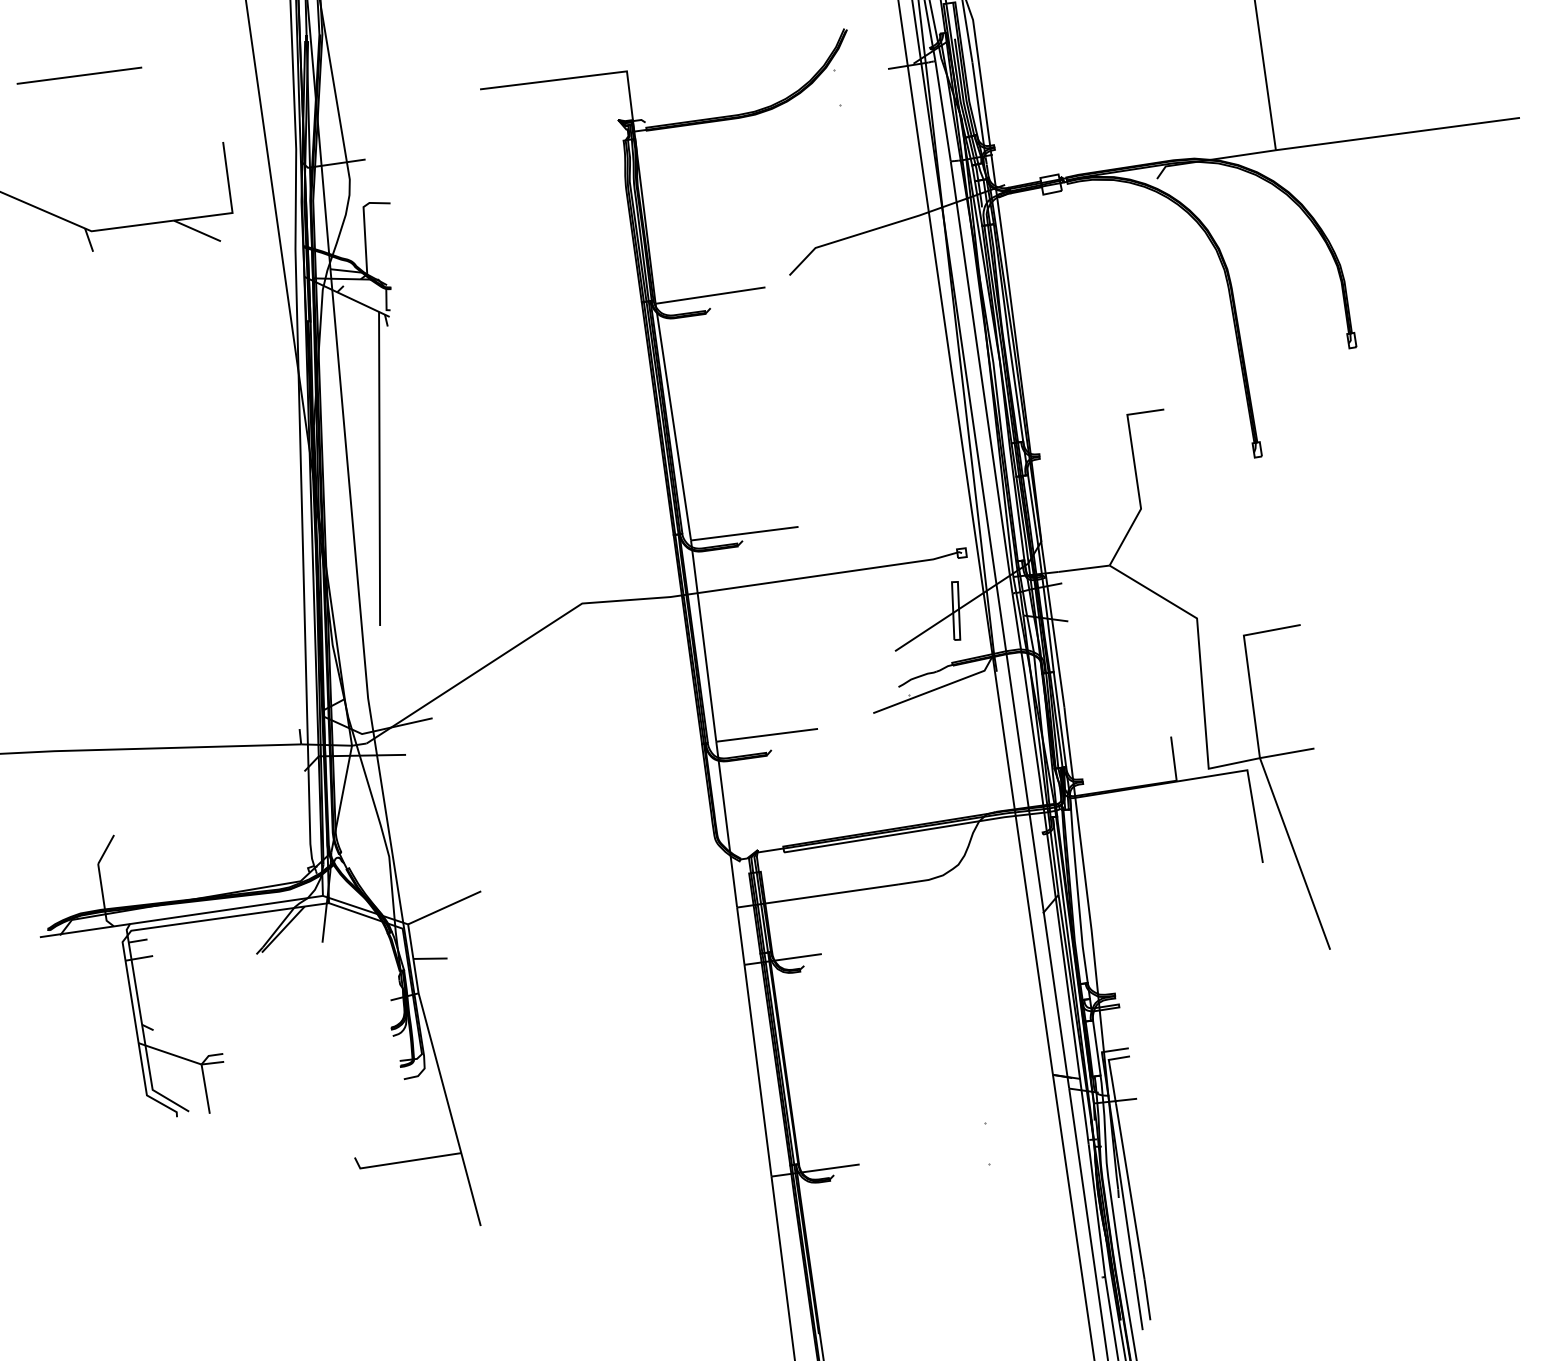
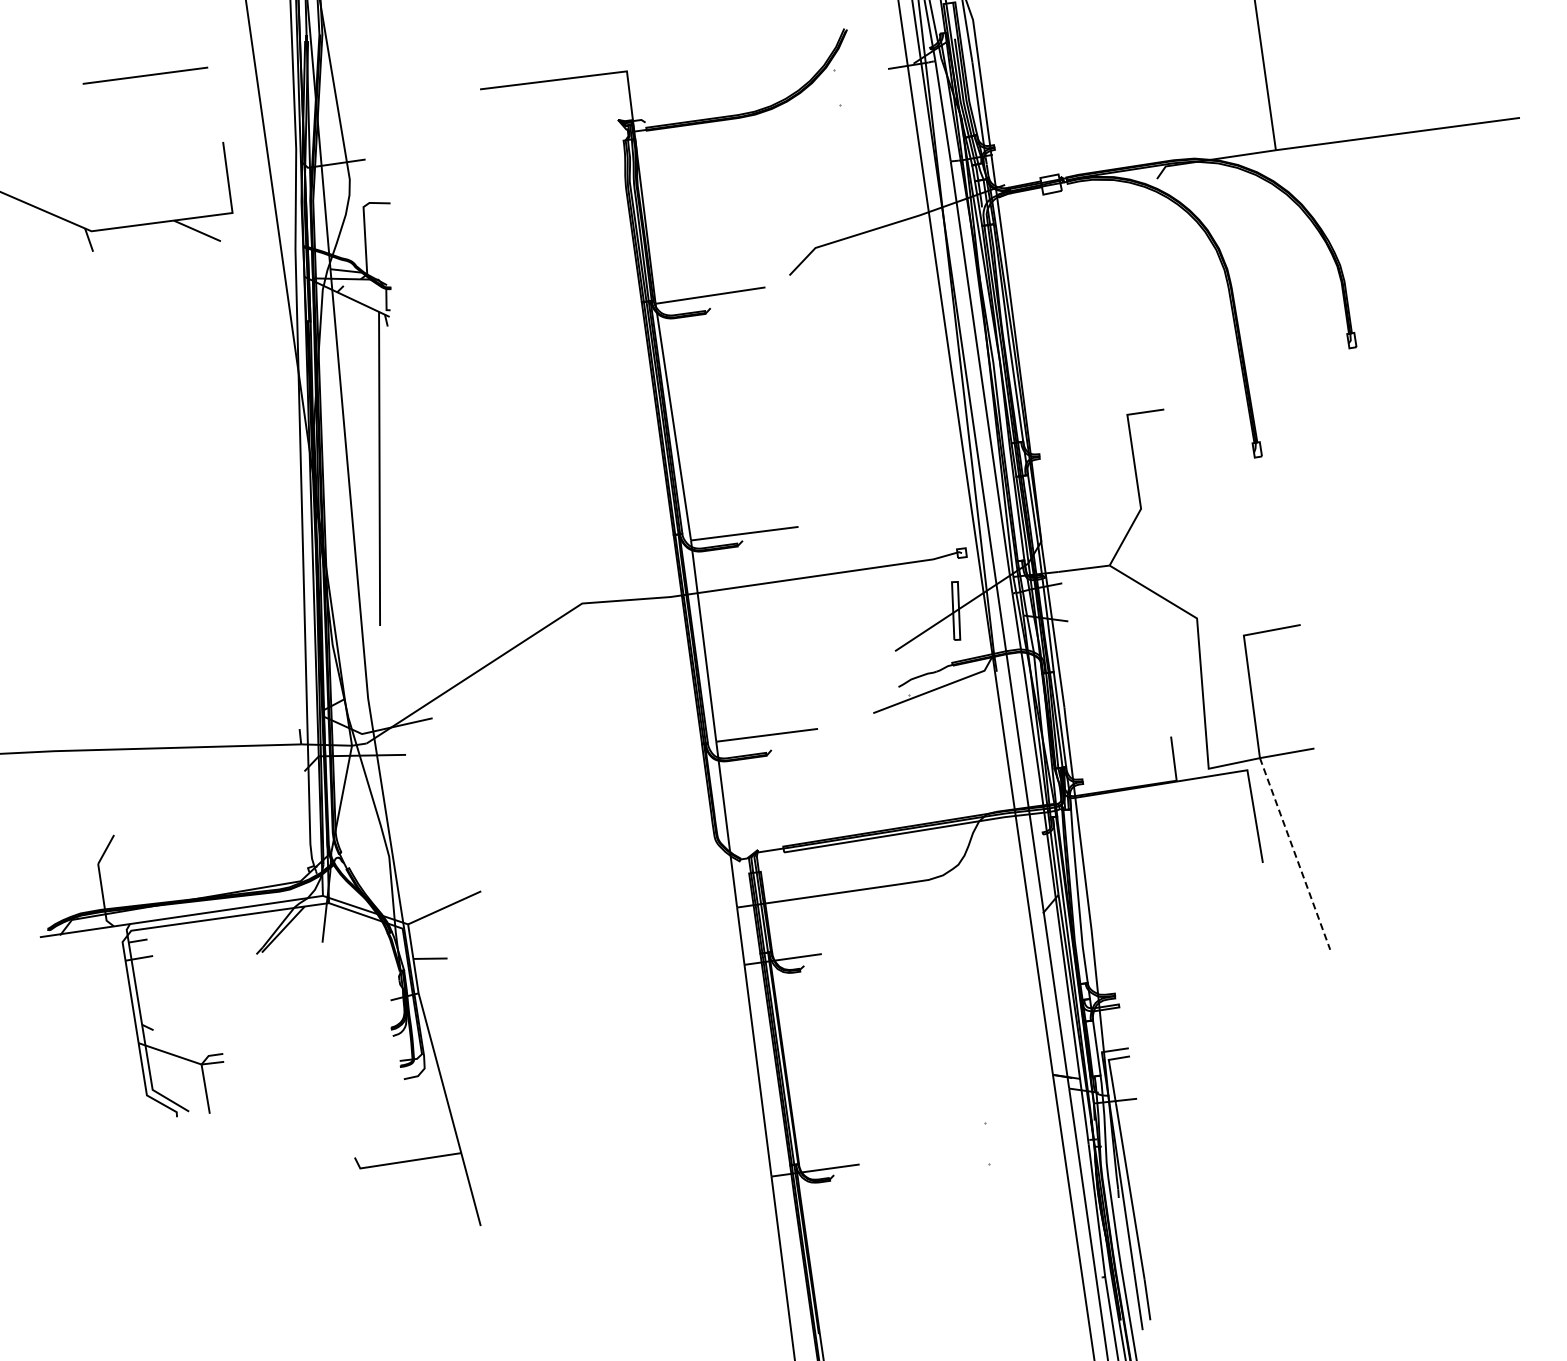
line at (79, 75) position: (79, 75) -> (145, 75)
line at (1295, 854): solid -> dashed
